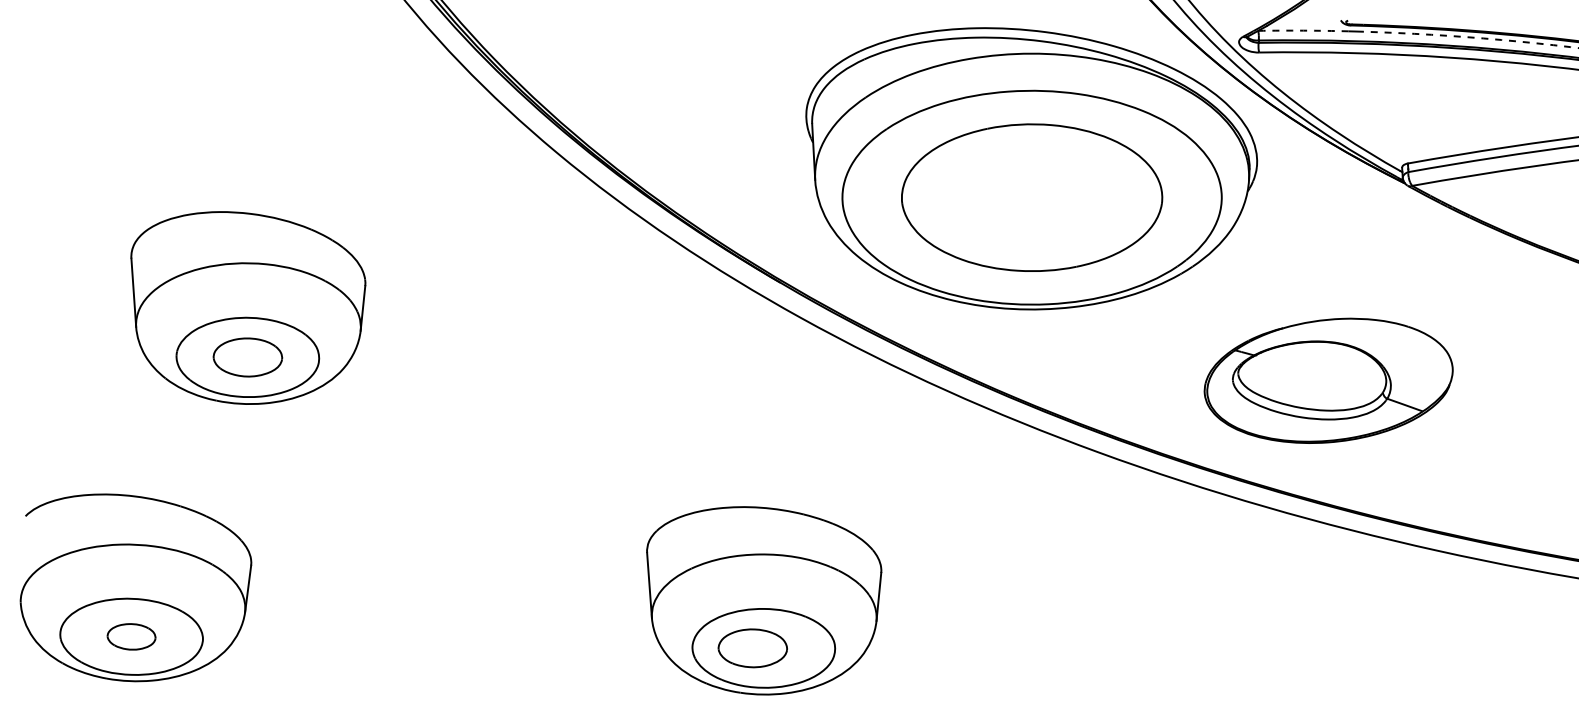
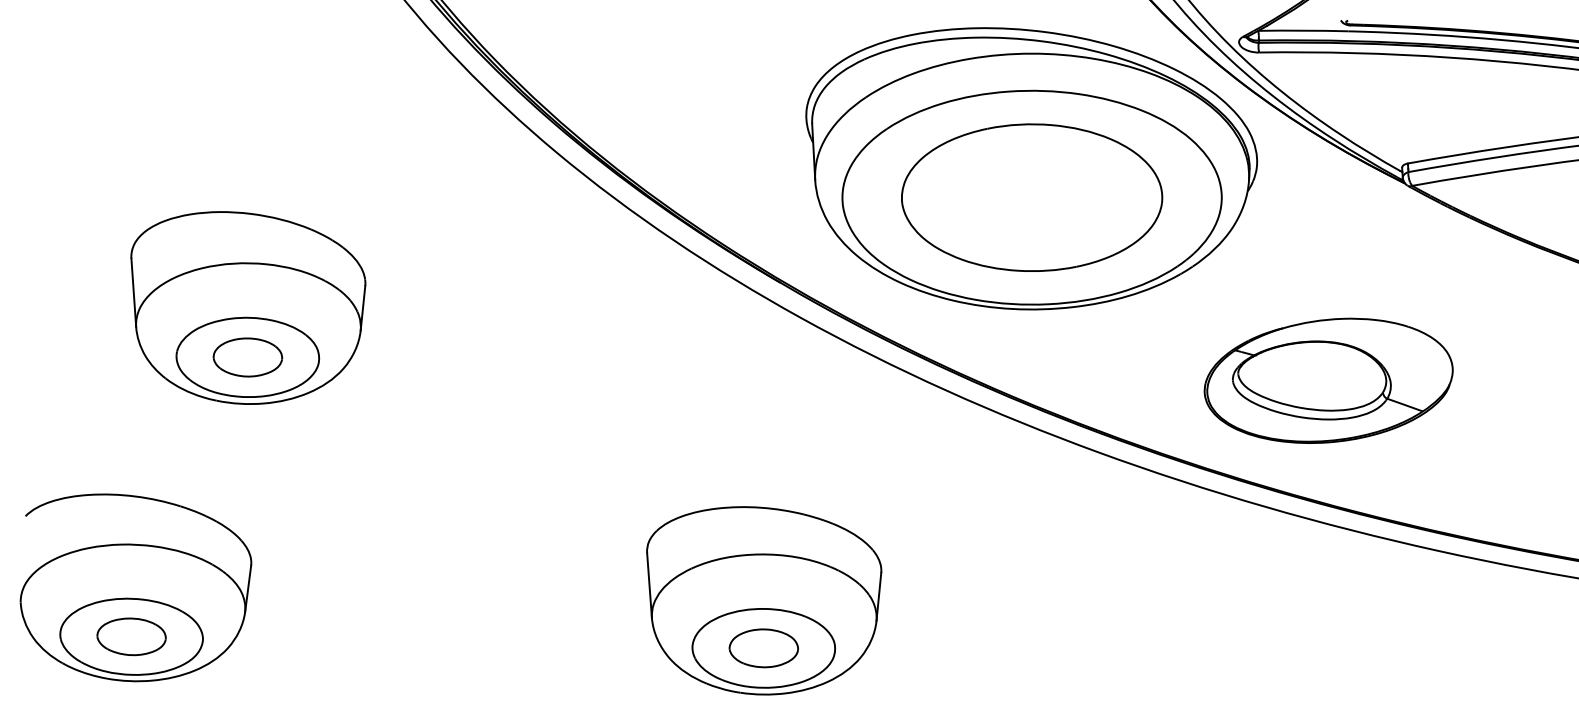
arc at (1303, 30): dashed -> solid
arc at (1470, 37): dashed -> solid
part at (131, 636) size: 51x28 px -> 71x40 px
part at (752, 648) position: (752, 648) -> (763, 648)
